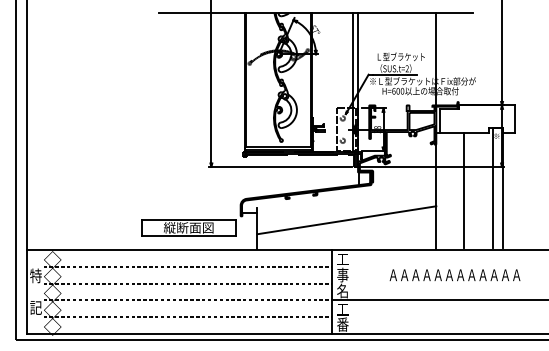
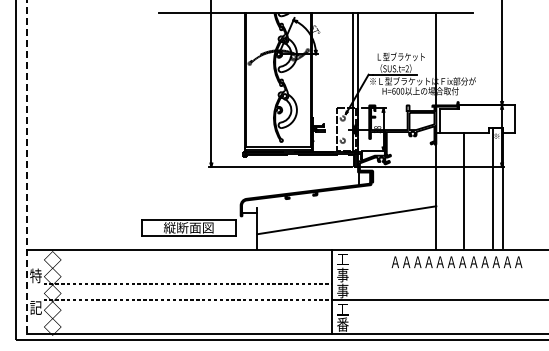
line at (26, 167): solid -> dashed
line at (187, 266): present -> none
text at (454, 275) position: (454, 275) -> (456, 262)
text at (342, 290): 名 -> 事
line at (187, 317): present -> none
